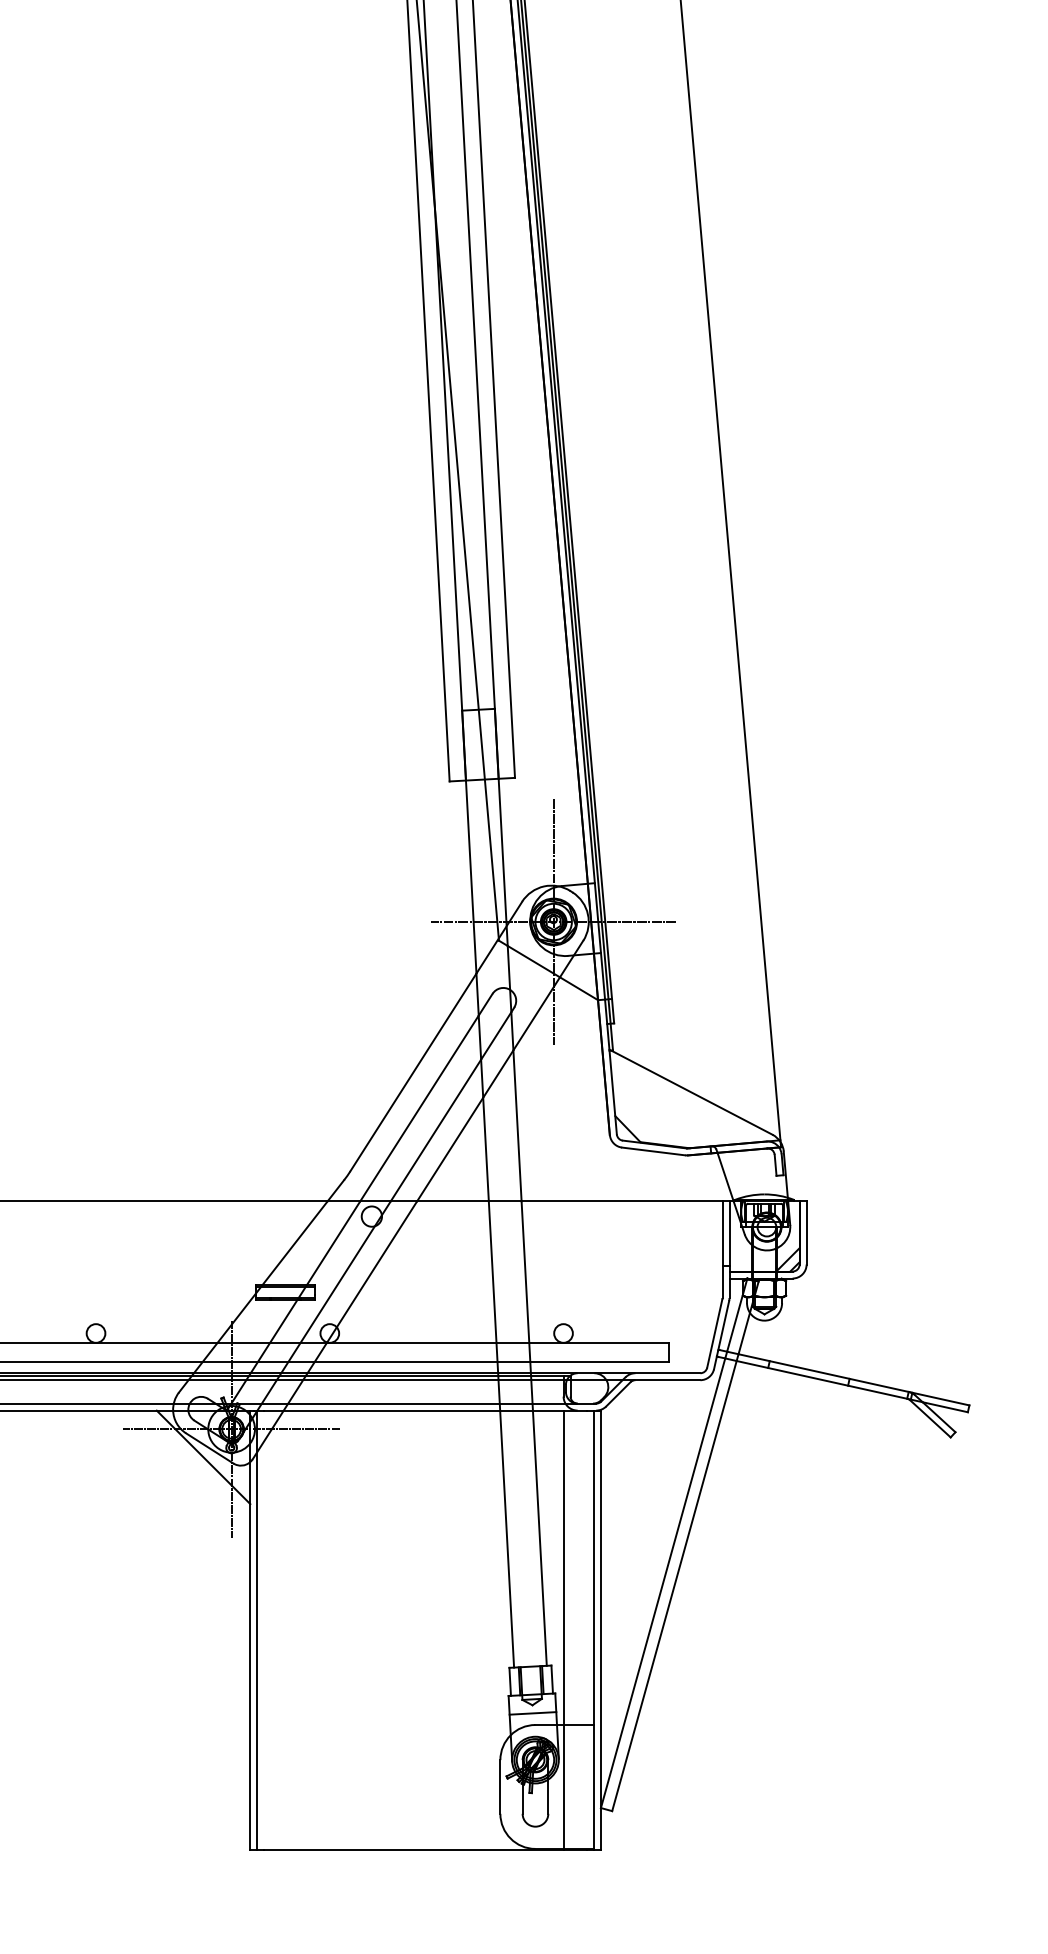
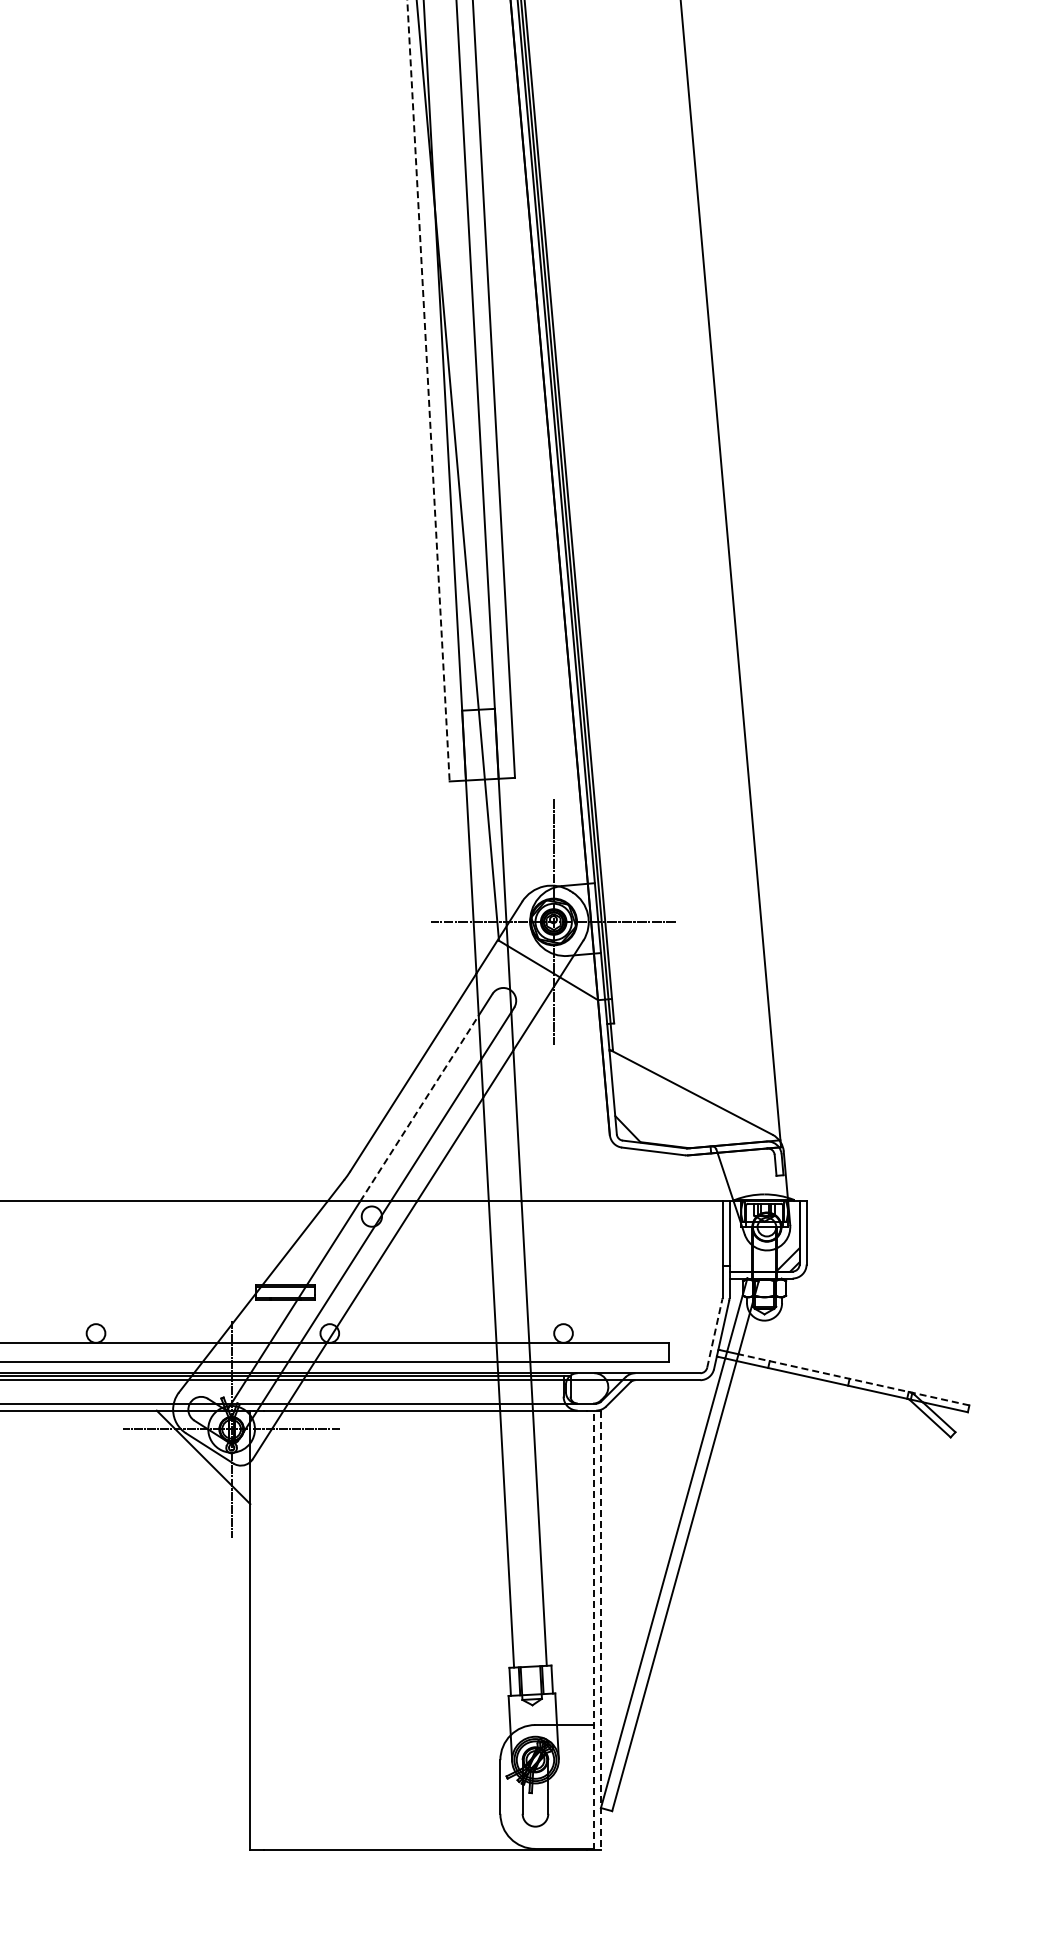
line at (428, 391): solid -> dashed
line at (419, 1108): solid -> dashed
line at (714, 1333): solid -> dashed
line at (853, 1379): solid -> dashed
line at (257, 1630): present -> none
line at (563, 1630): present -> none
line at (593, 1630): solid -> dashed
line at (600, 1630): solid -> dashed
line at (532, 1713): present -> none
